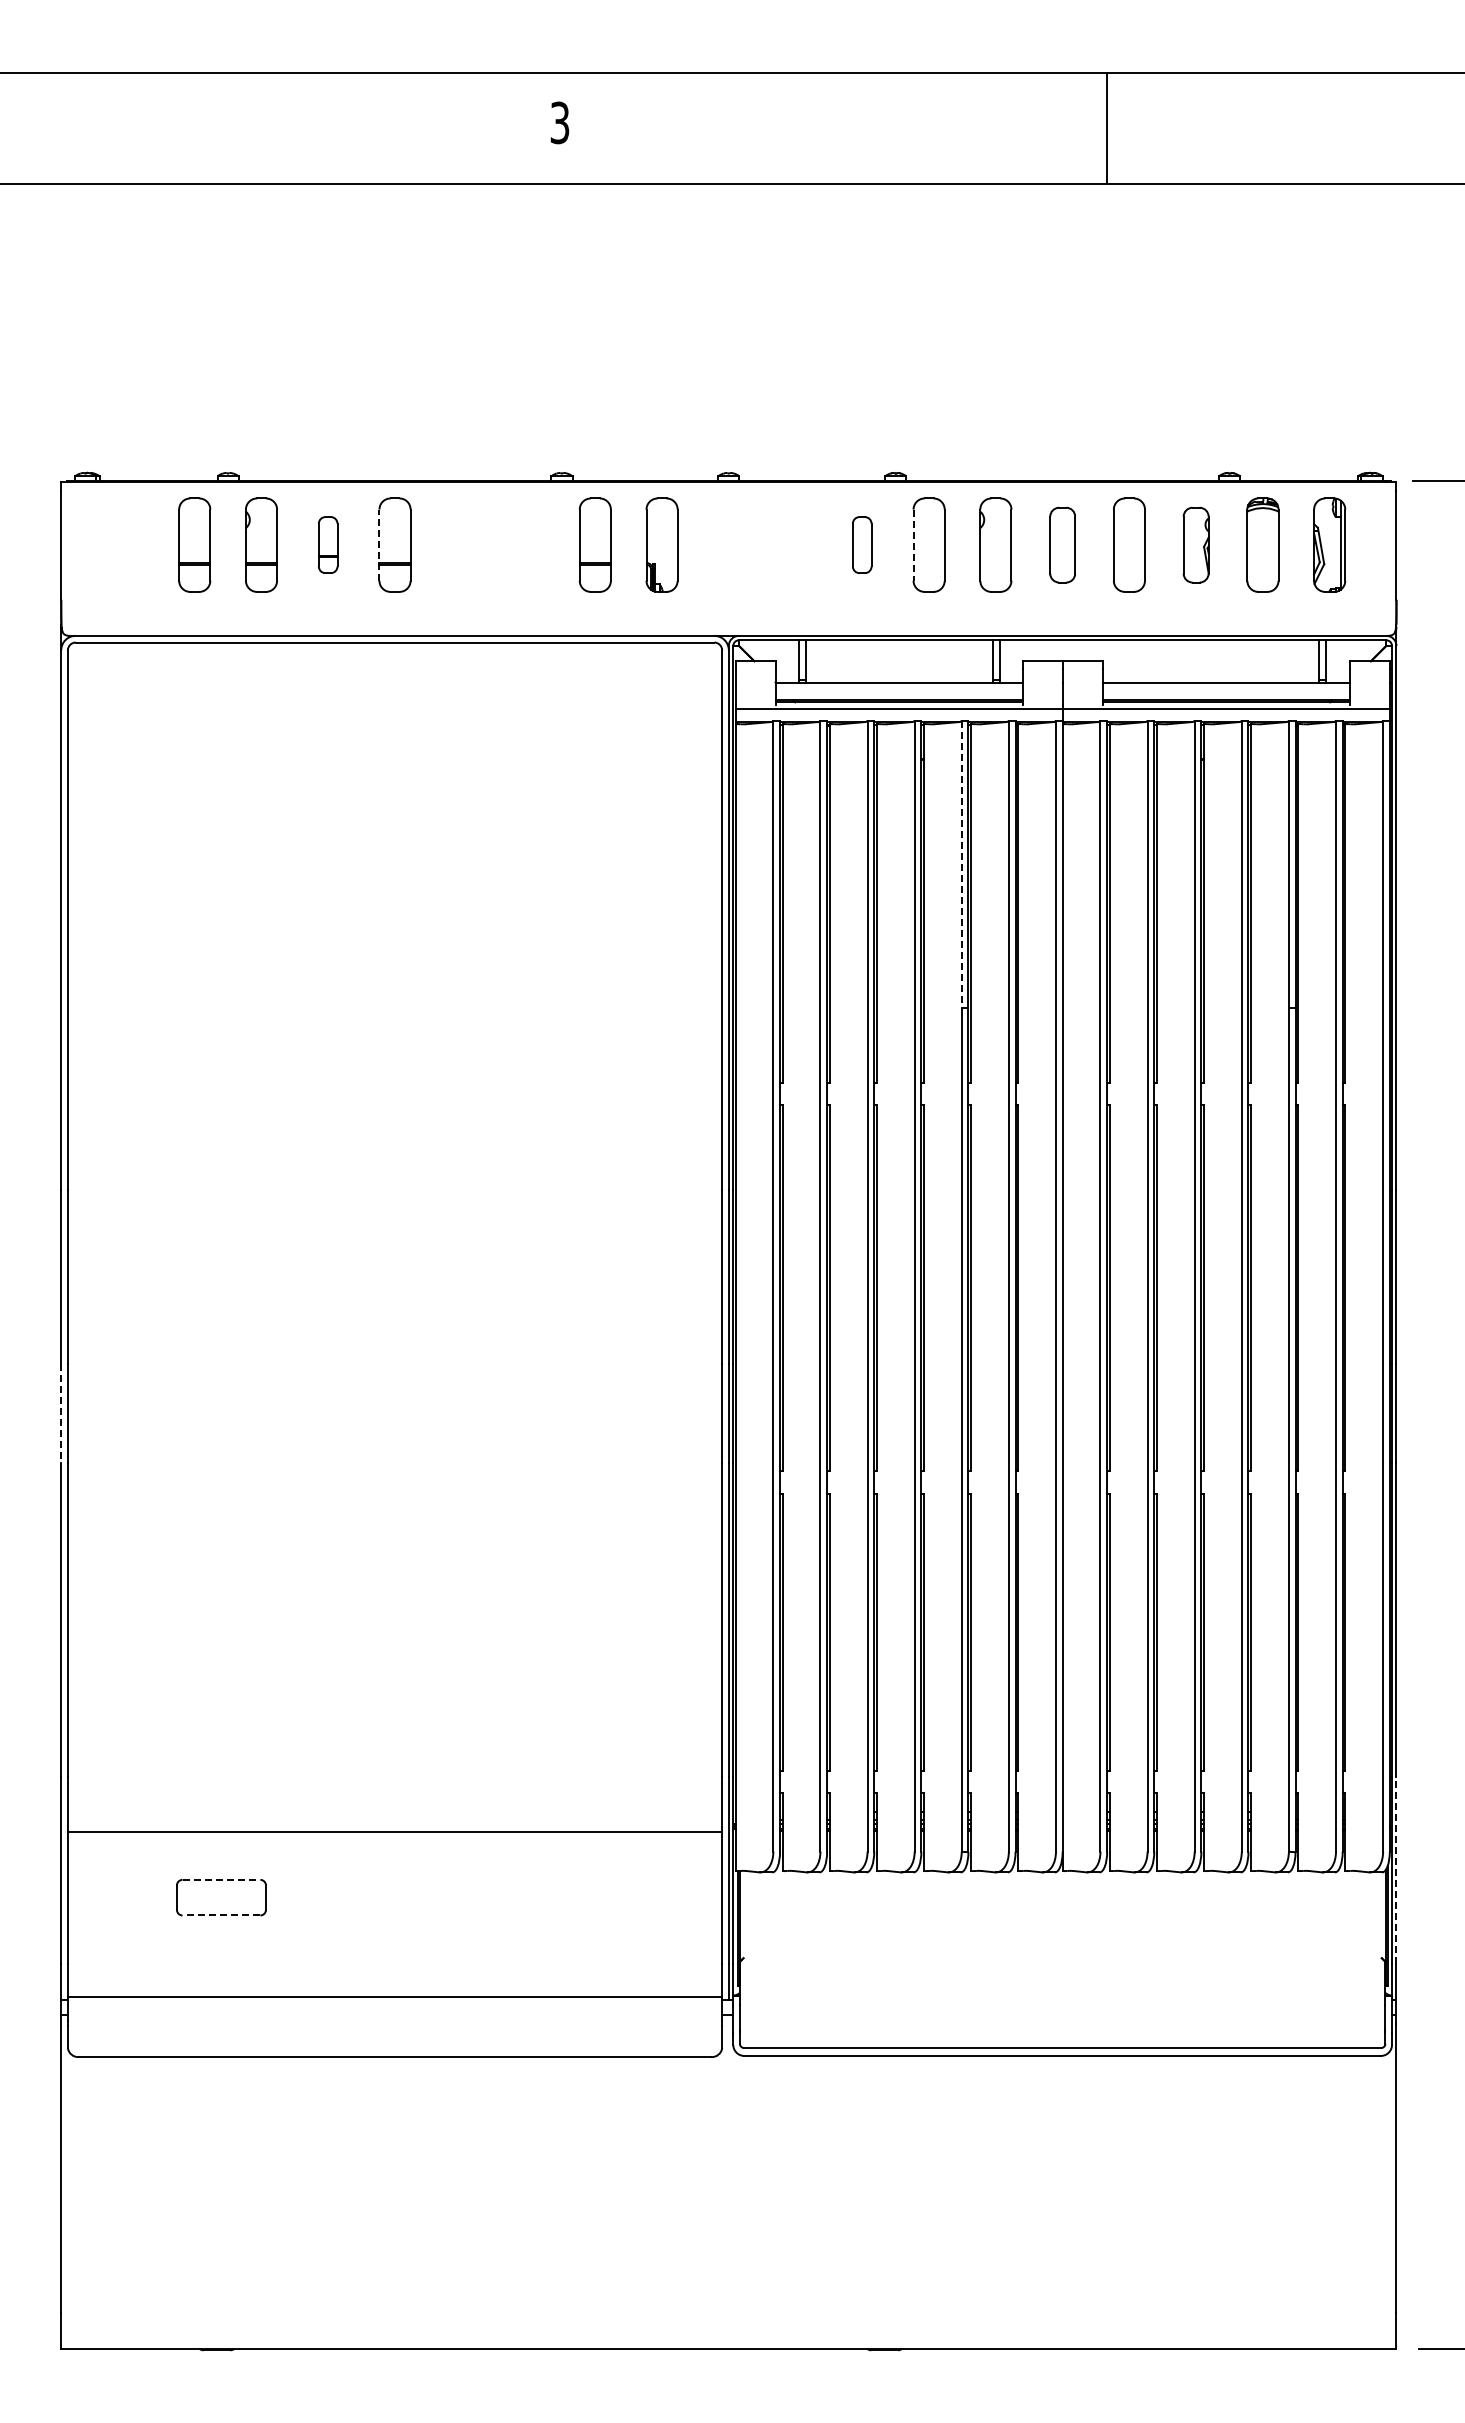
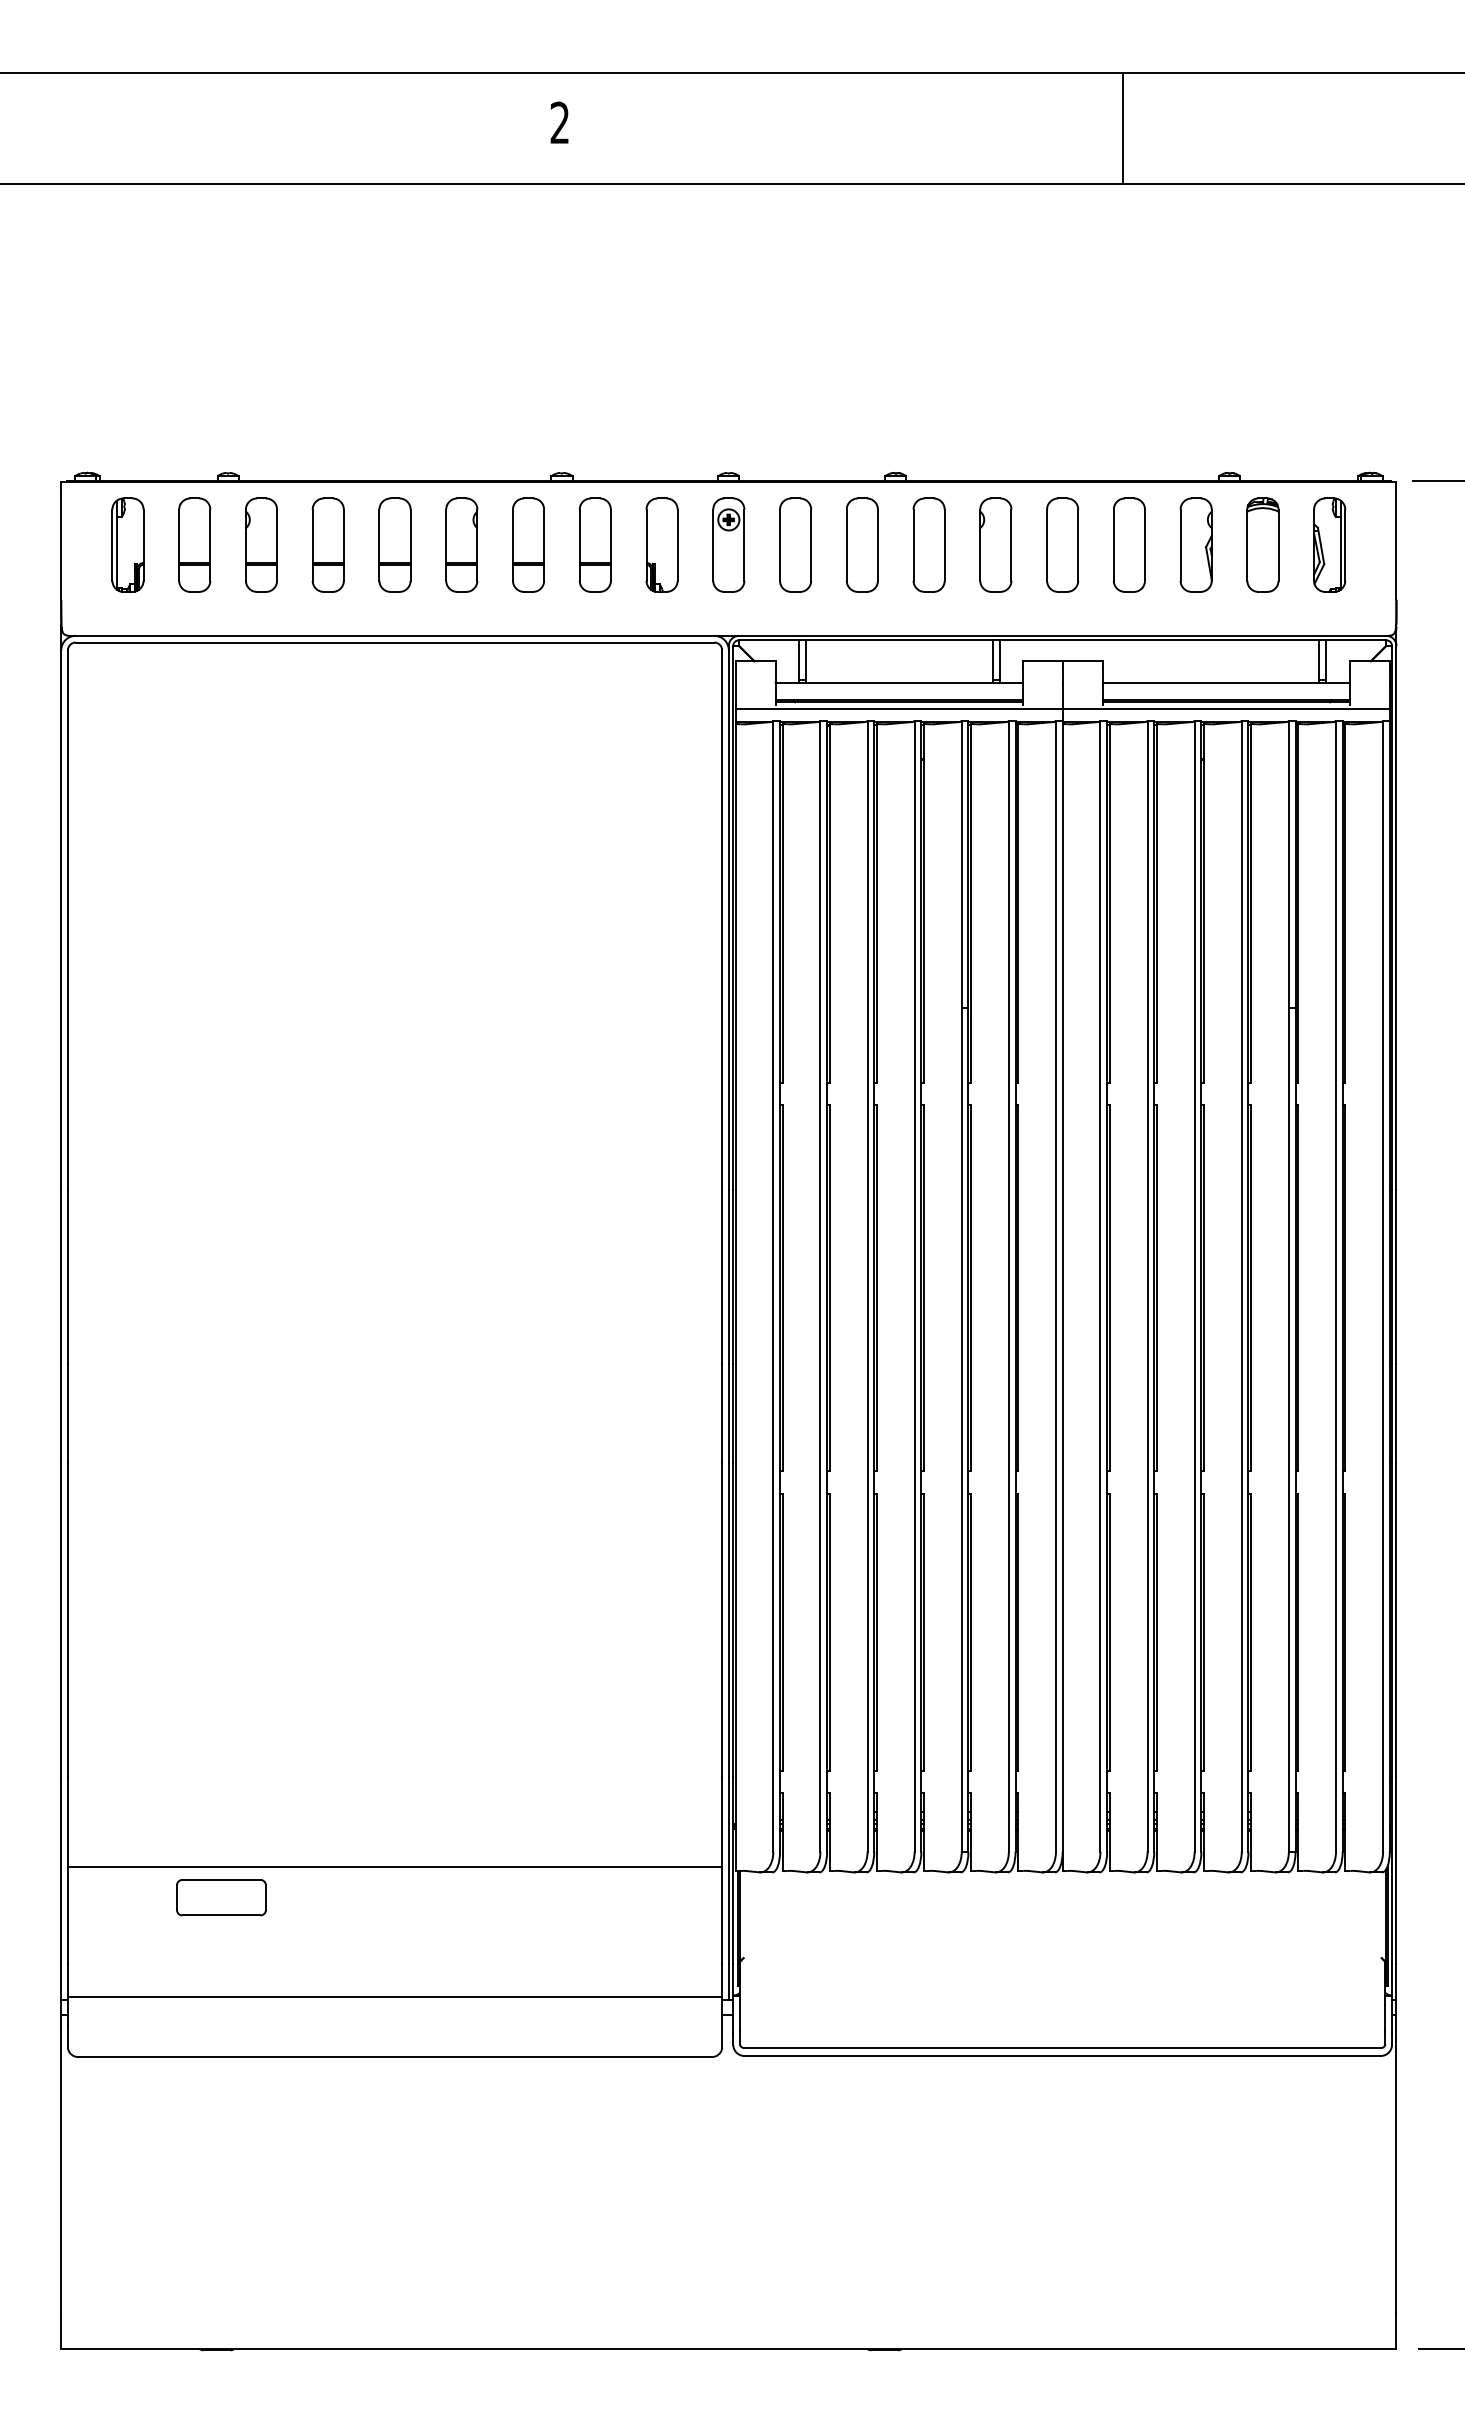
text at (559, 122): 3 -> 2
line at (1106, 127) position: (1106, 127) -> (1122, 127)
part at (127, 544): none -> present
part at (328, 544) size: 21x58 px -> 34x96 px
part at (461, 544): none -> present
part at (528, 544): none -> present
part at (728, 544): none -> present
part at (795, 544): none -> present
part at (862, 544) size: 21x58 px -> 34x96 px
part at (1062, 544) size: 27x78 px -> 34x96 px
part at (1195, 544) size: 28x78 px -> 34x96 px
line at (379, 545): dashed -> solid
line at (913, 545): dashed -> solid
line at (961, 864): dashed -> solid
line at (61, 1413): dashed -> solid
line at (394, 1831) position: (394, 1831) -> (394, 1866)
line at (1396, 1870): dashed -> solid
line at (221, 1879): dashed -> solid
line at (221, 1915): dashed -> solid
